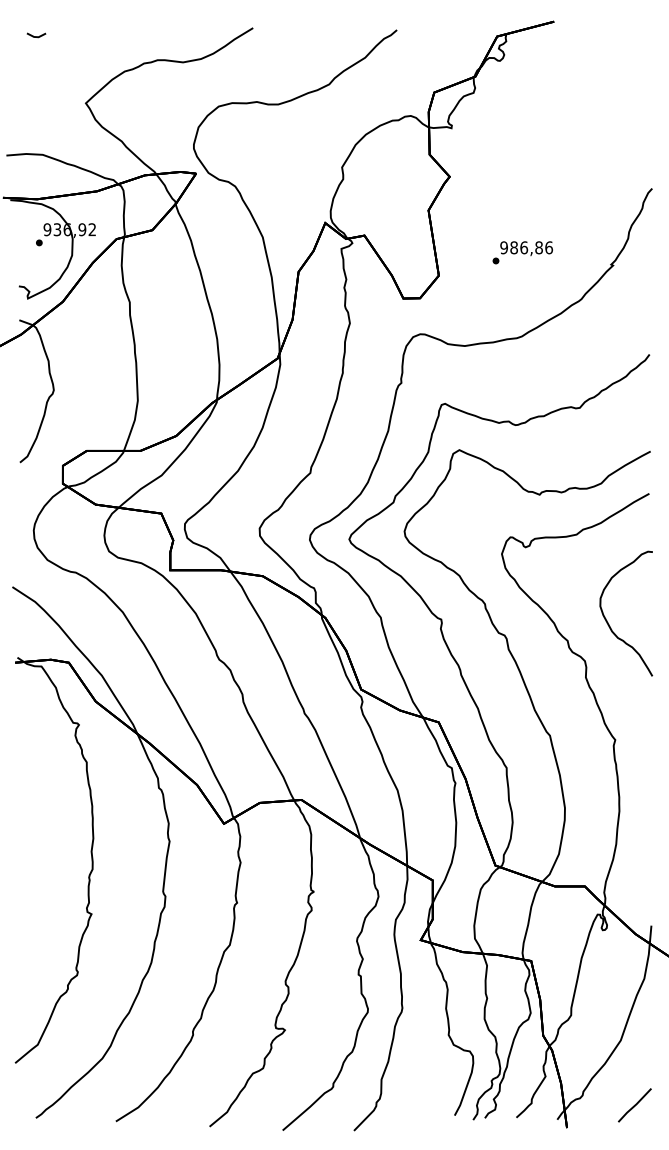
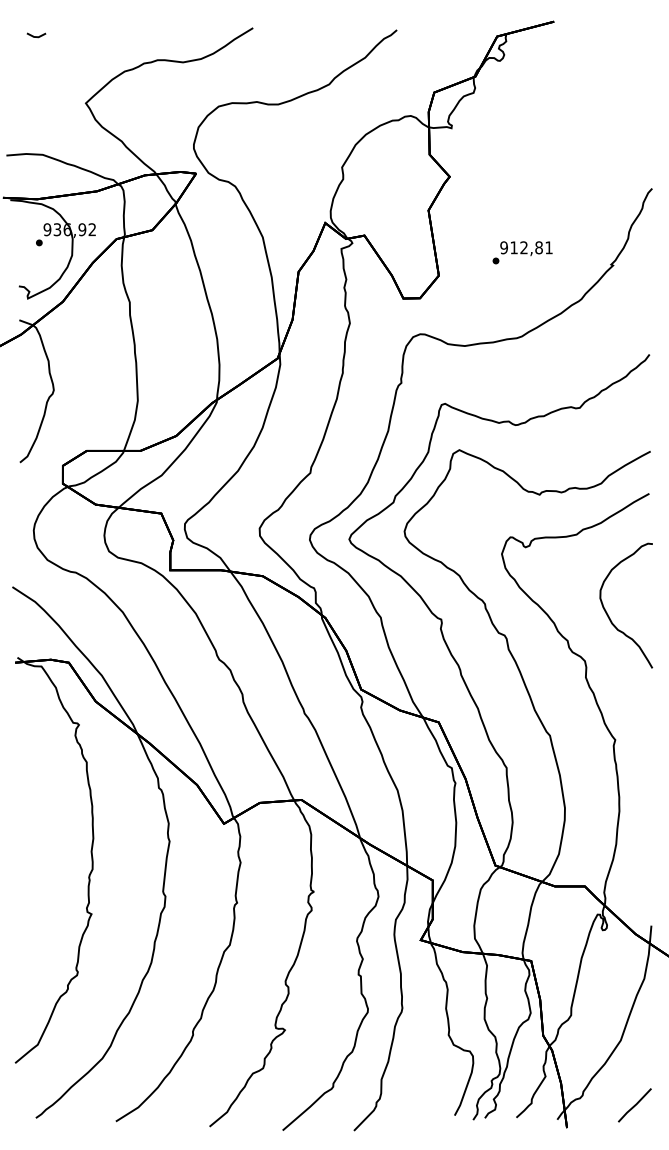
text at (531, 247): 986,86 -> 912,81
curve at (608, 622) position: (608, 622) -> (608, 614)
